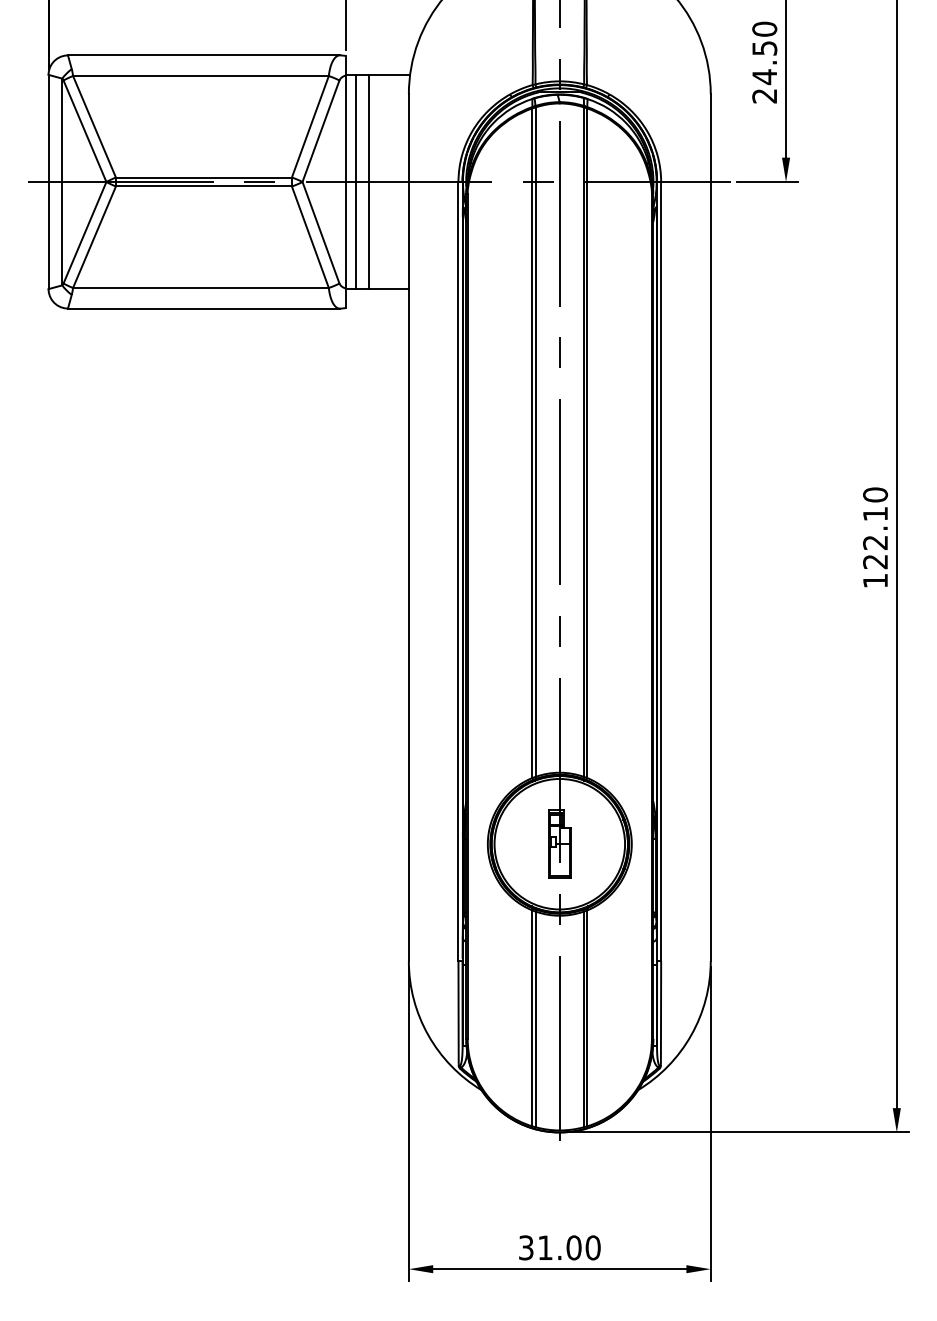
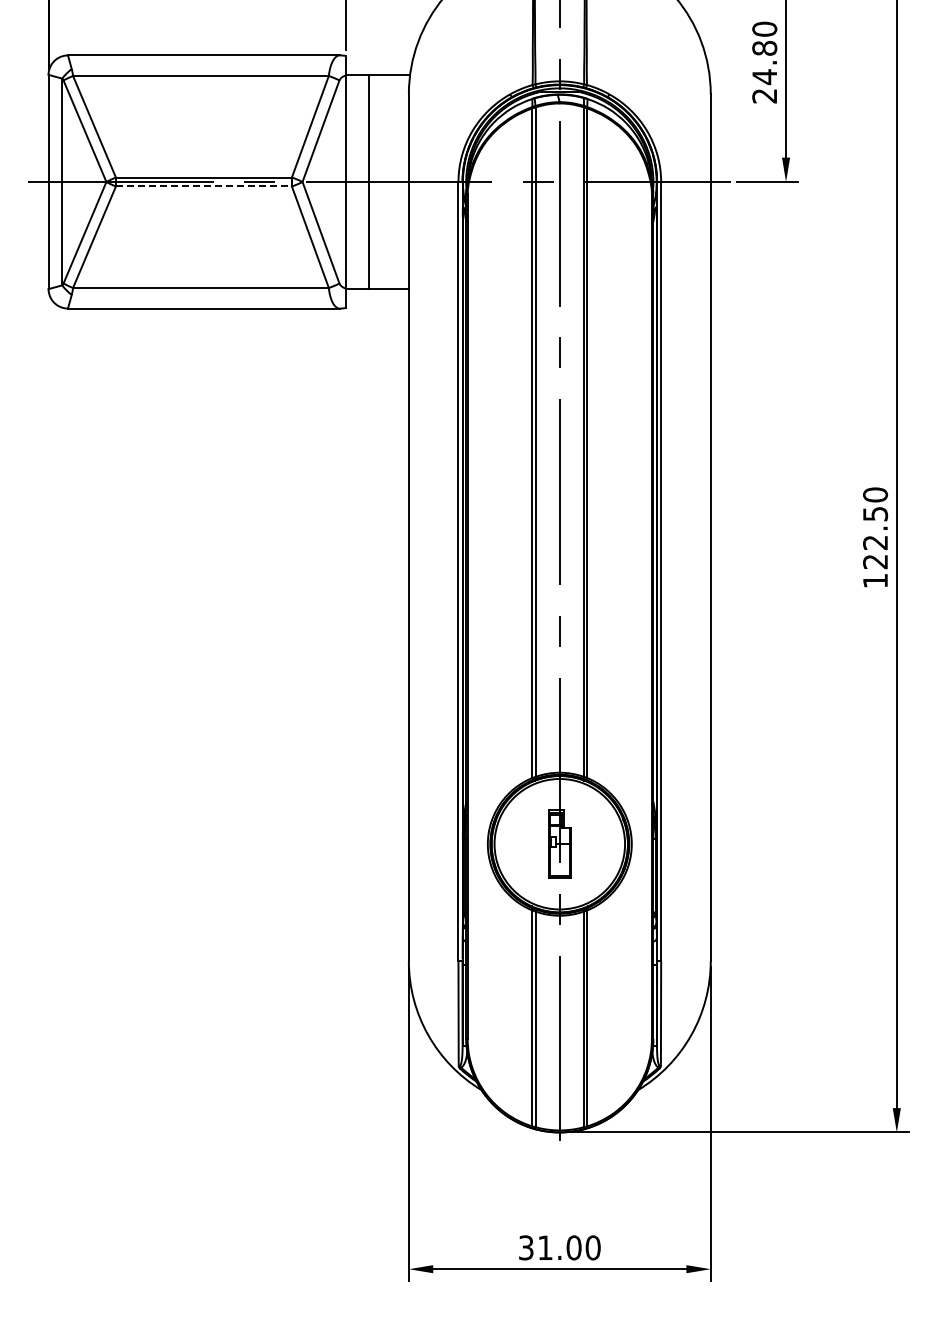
text at (764, 47): 24.50 -> 24.80
line at (356, 181): present -> none
line at (203, 186): solid -> dashed
text at (875, 514): 122.10 -> 122.50
